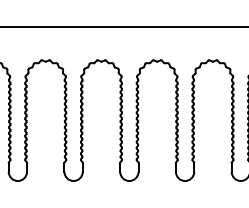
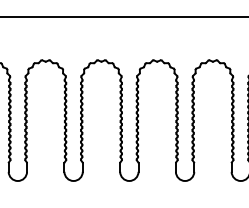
line at (123, 26) position: (123, 26) -> (123, 16)
